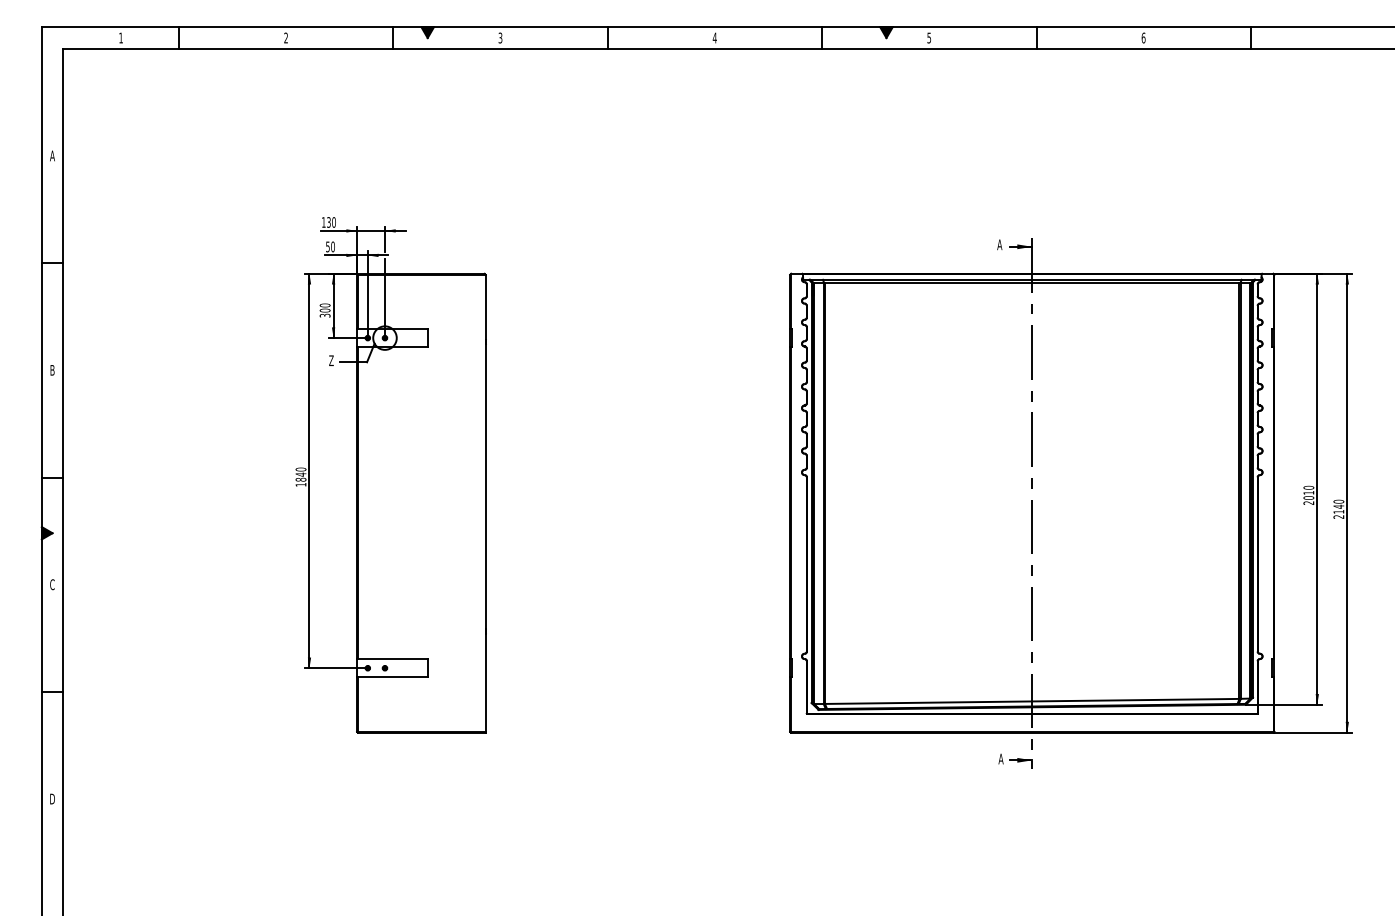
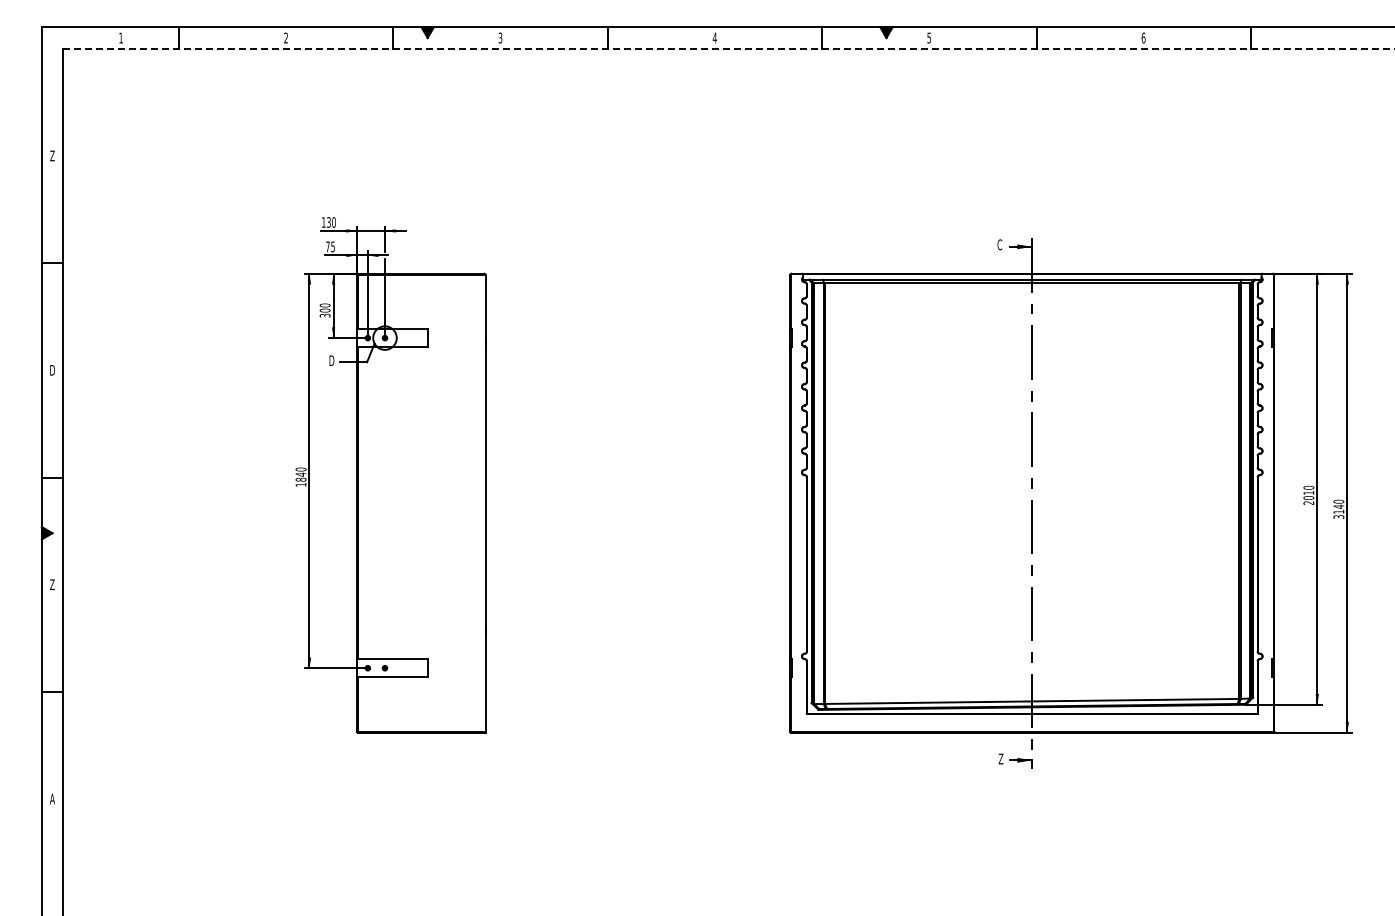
line at (729, 48): solid -> dashed
text at (52, 155): A -> Z
text at (999, 244): A -> C
text at (330, 246): 50 -> 75
text at (331, 360): Z -> D
text at (52, 370): B -> D
text at (1339, 516): 2140 -> 3140
text at (52, 584): C -> Z
text at (1000, 758): A -> Z
text at (52, 798): D -> A
